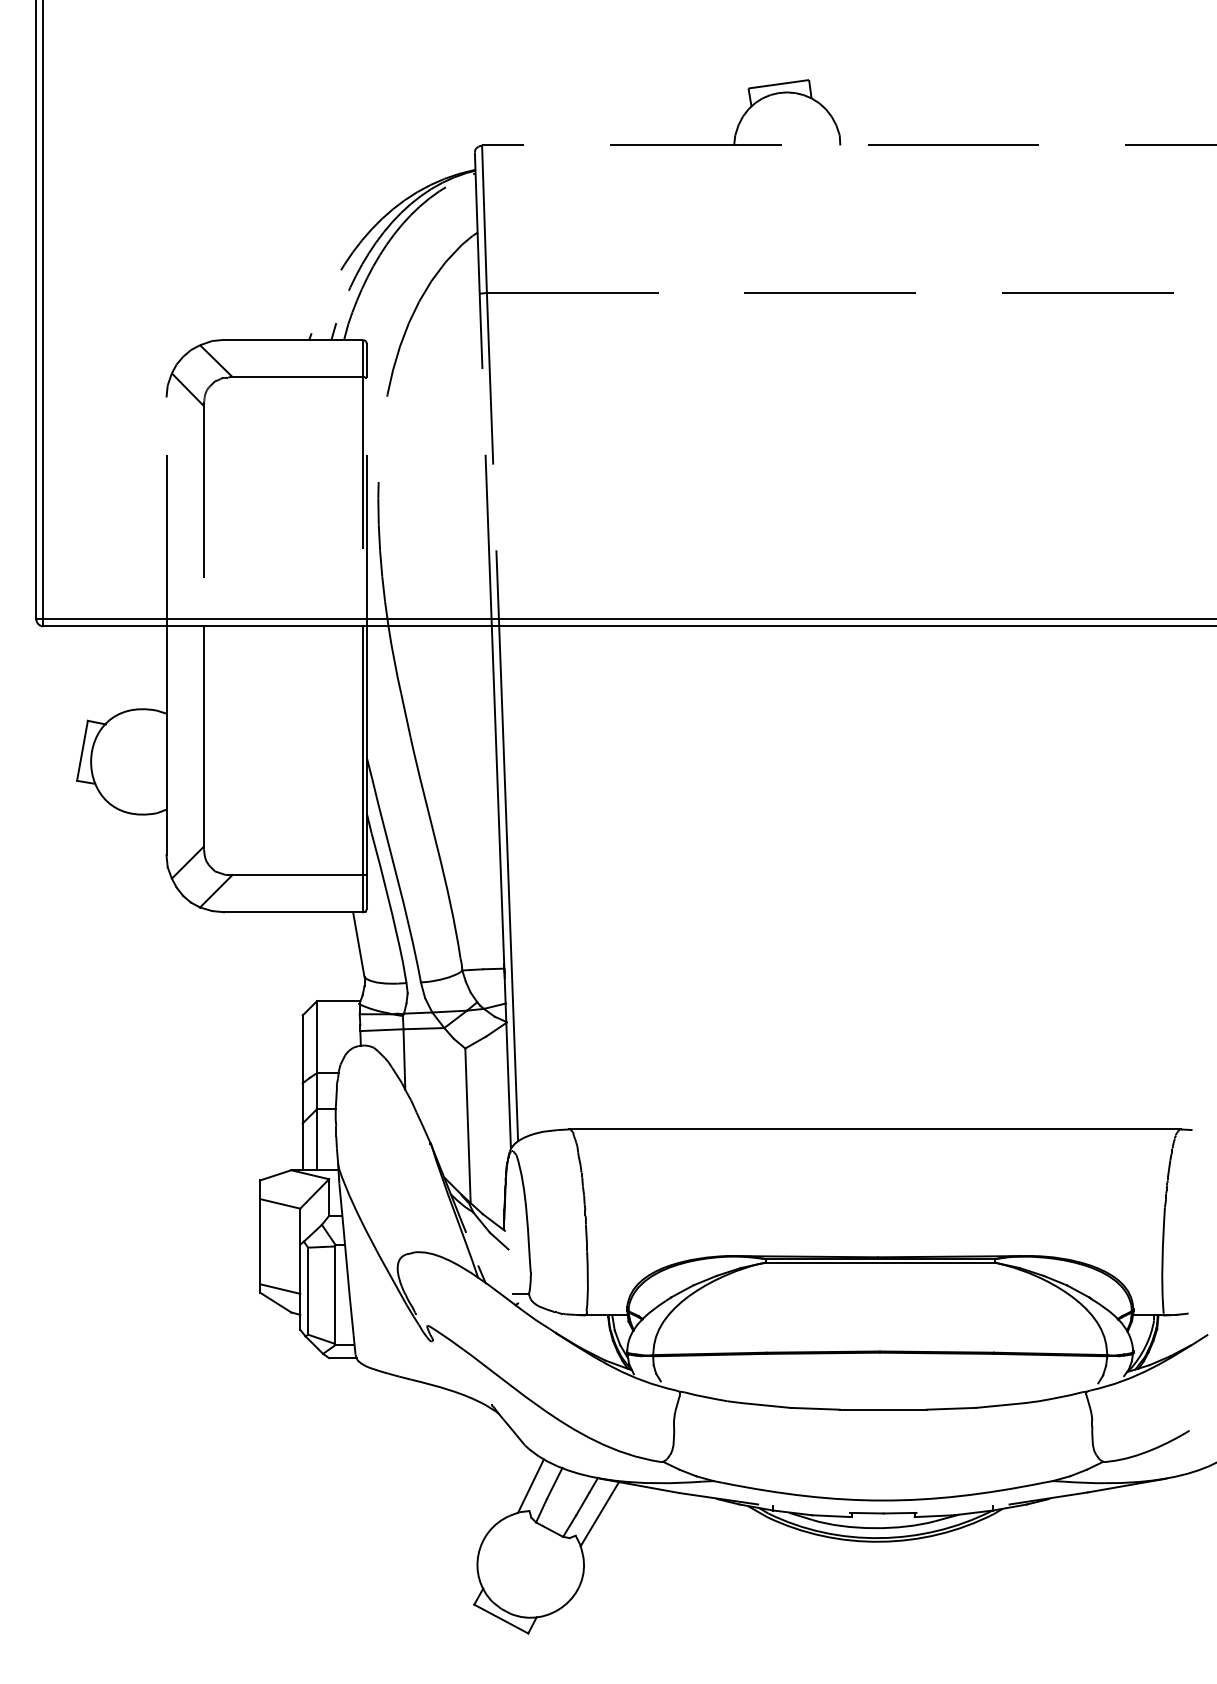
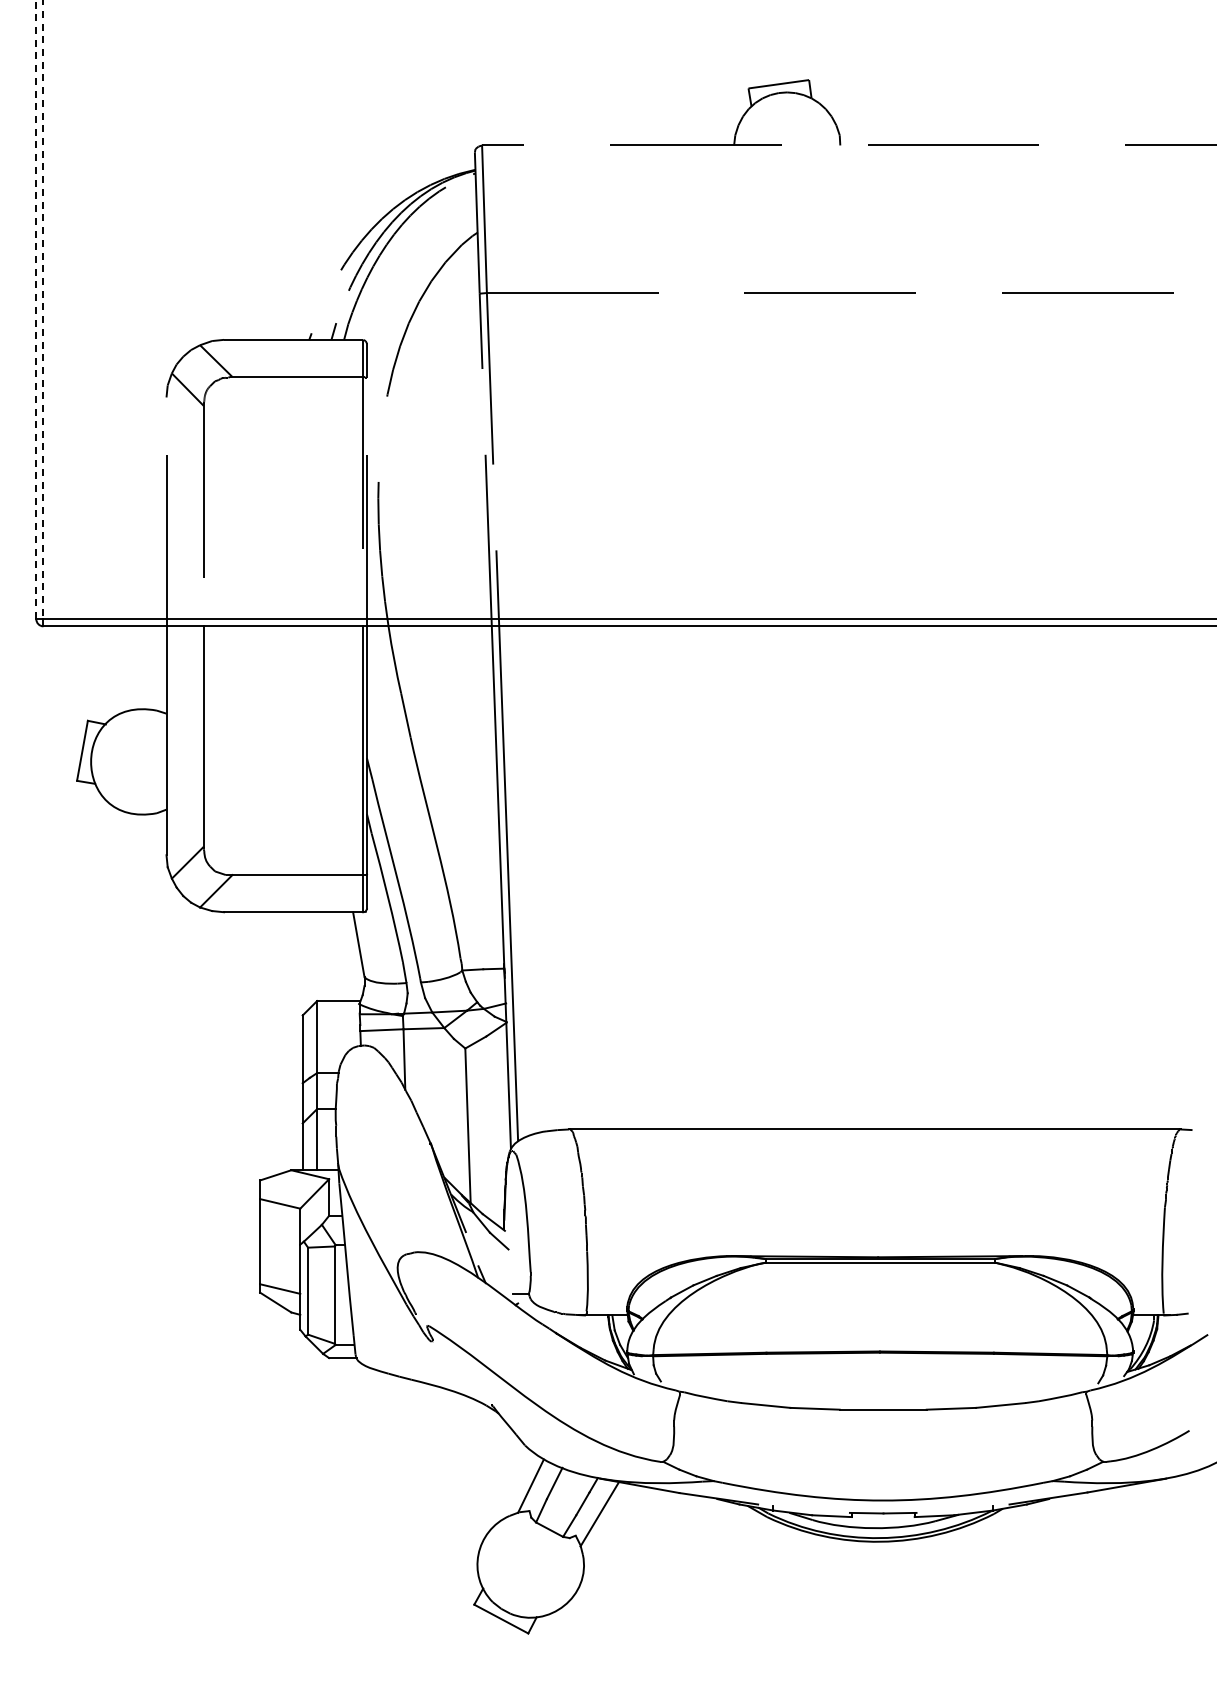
line at (36, 309): solid -> dashed
line at (43, 310): solid -> dashed
